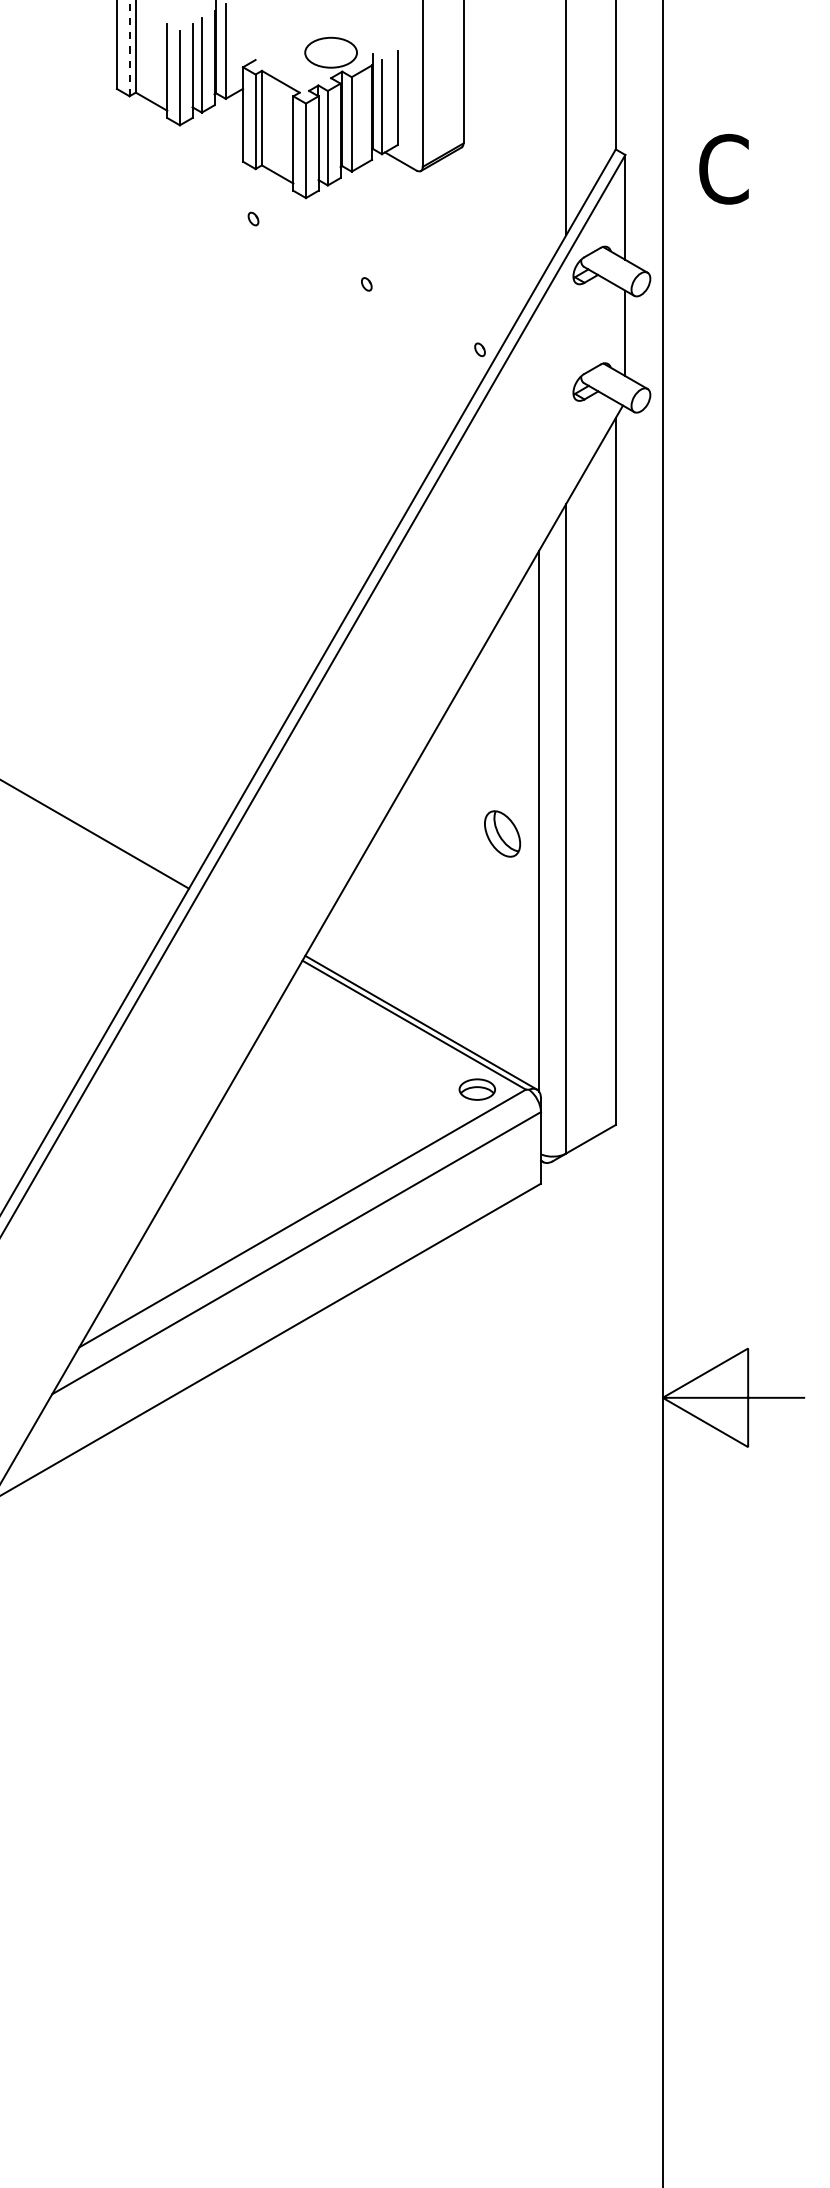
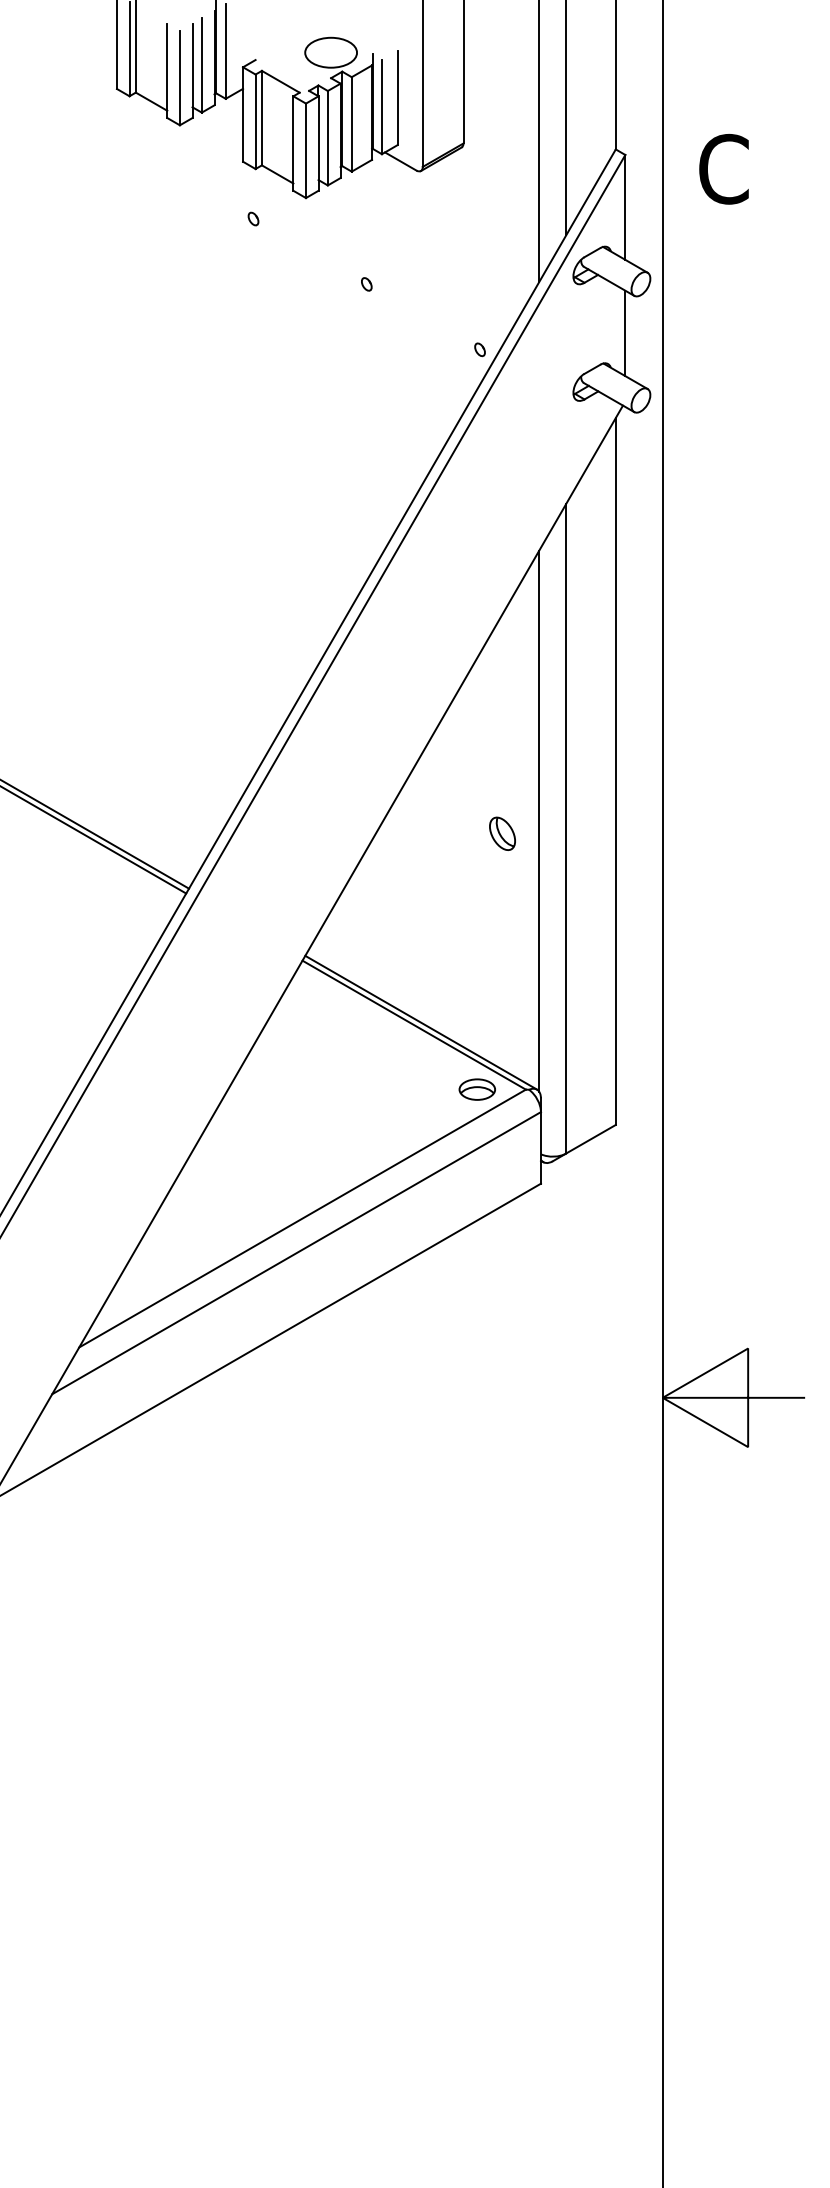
line at (129, 48): dashed -> solid
line at (539, 141): none -> present
part at (502, 833) size: 38x48 px -> 27x35 px
line at (94, 840): none -> present
